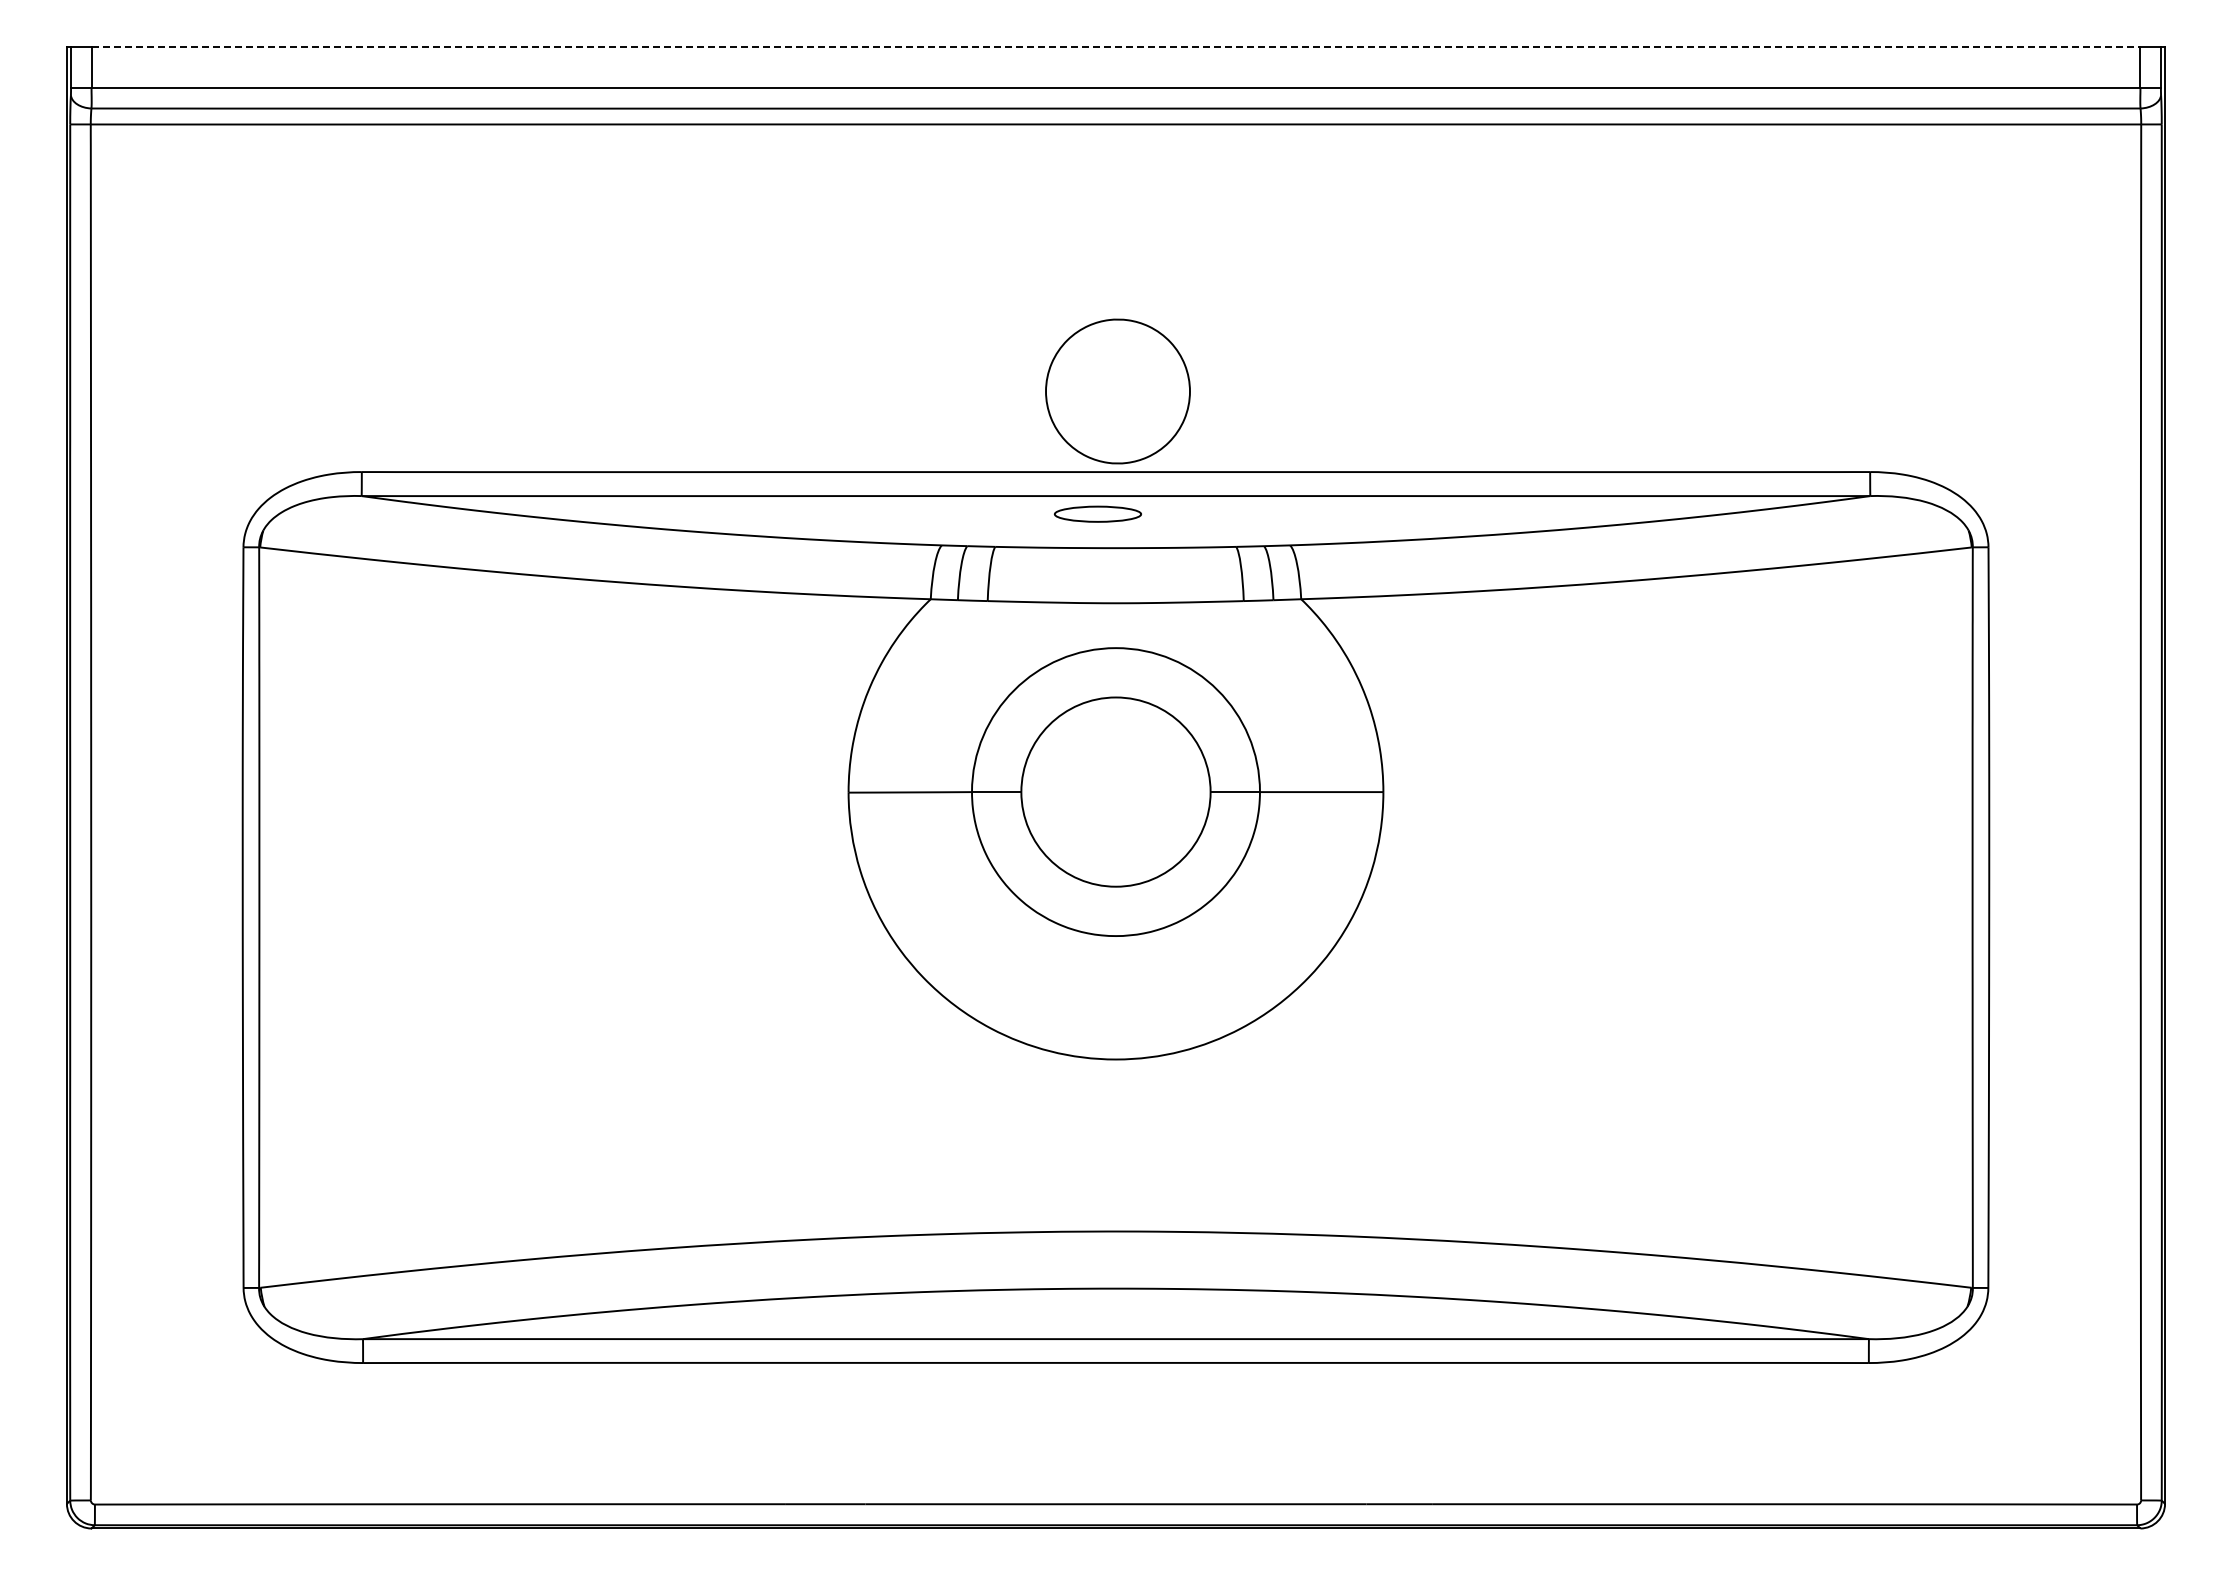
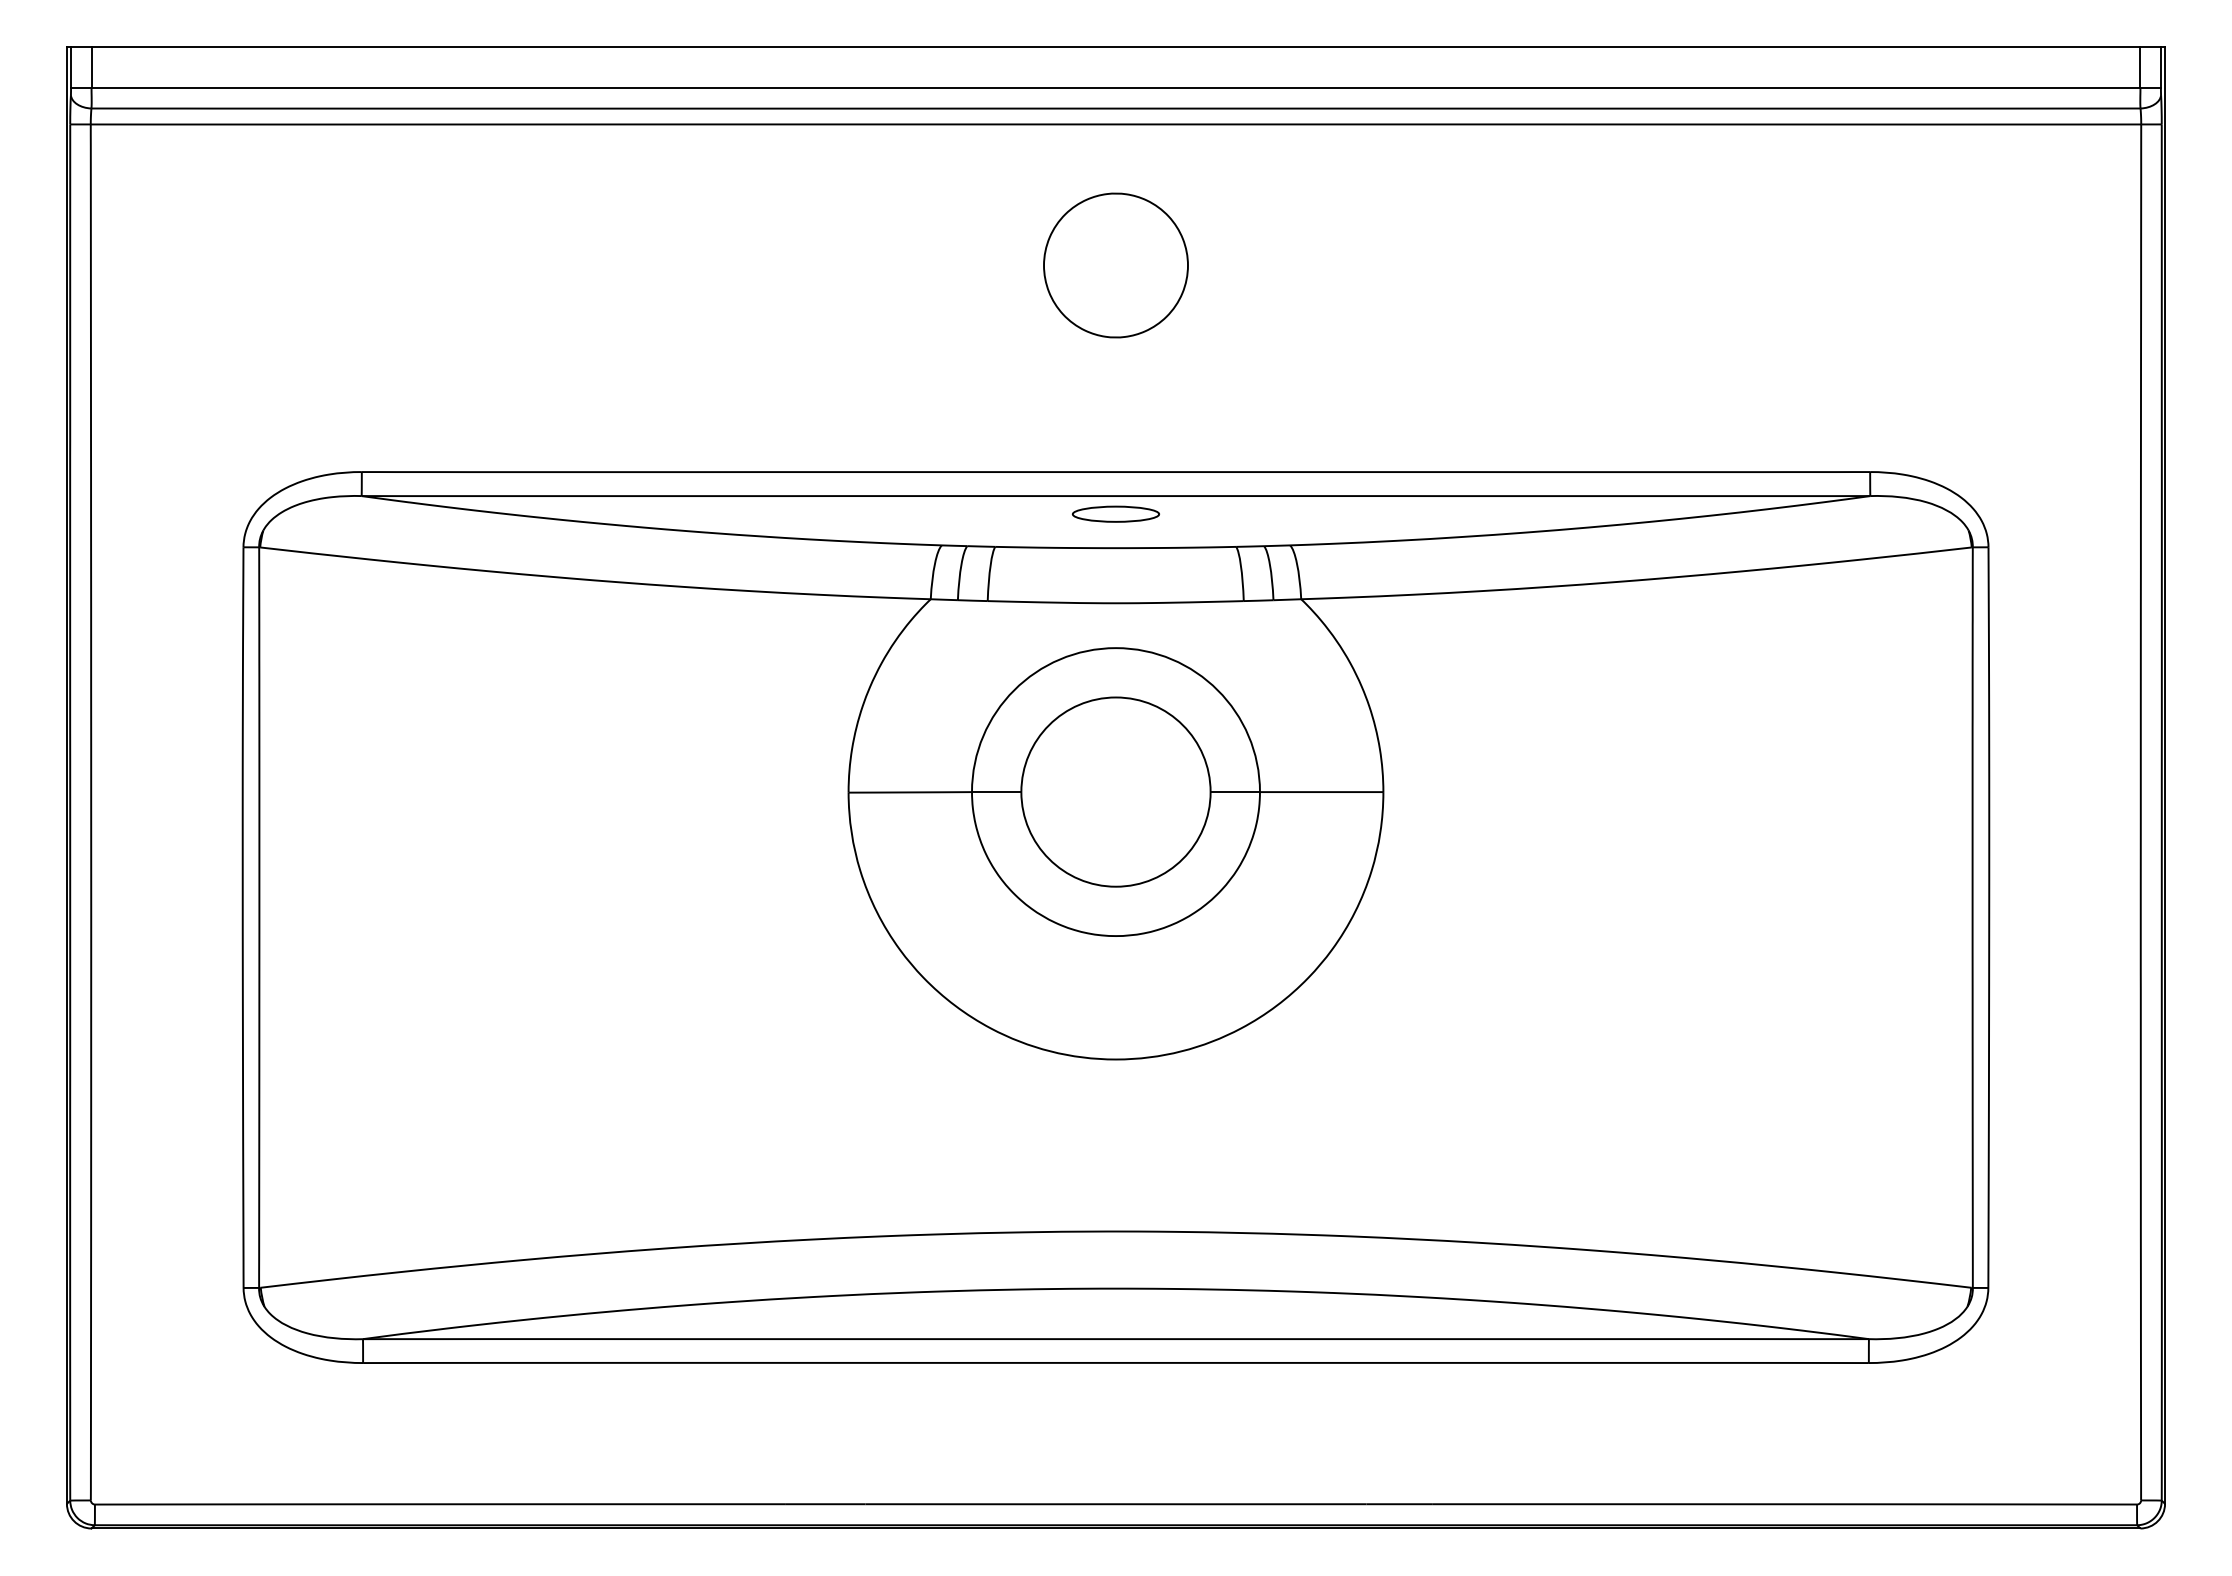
line at (1116, 47): dashed -> solid
part at (1117, 391) position: (1117, 391) -> (1115, 265)
part at (1097, 513) position: (1097, 513) -> (1115, 513)
